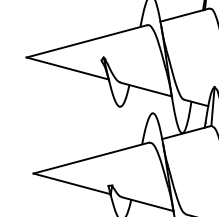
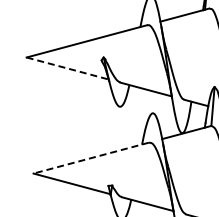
line at (68, 68): solid -> dashed
line at (91, 158): solid -> dashed
